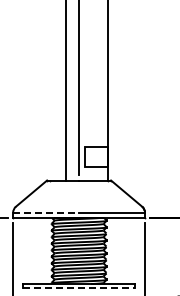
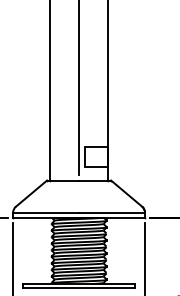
line at (65, 91) position: (65, 91) -> (49, 91)
line at (46, 212): dashed -> solid
line at (79, 288): dashed -> solid
